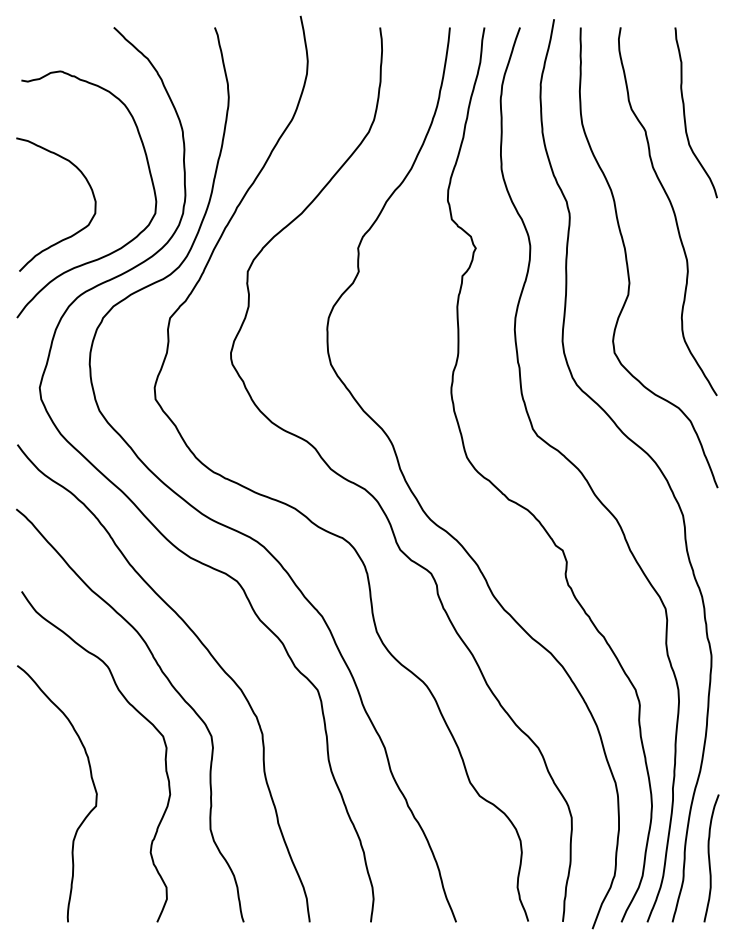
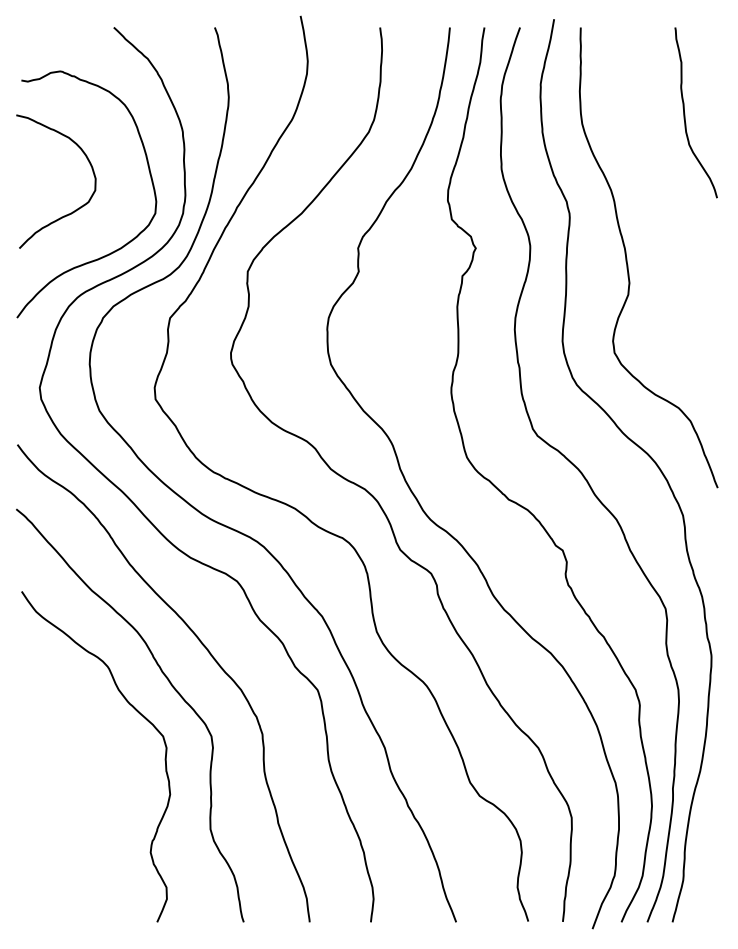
curve at (671, 208): present -> none
curve at (75, 232) position: (75, 232) -> (75, 209)
curve at (85, 816): present -> none
curve at (710, 858): present -> none
